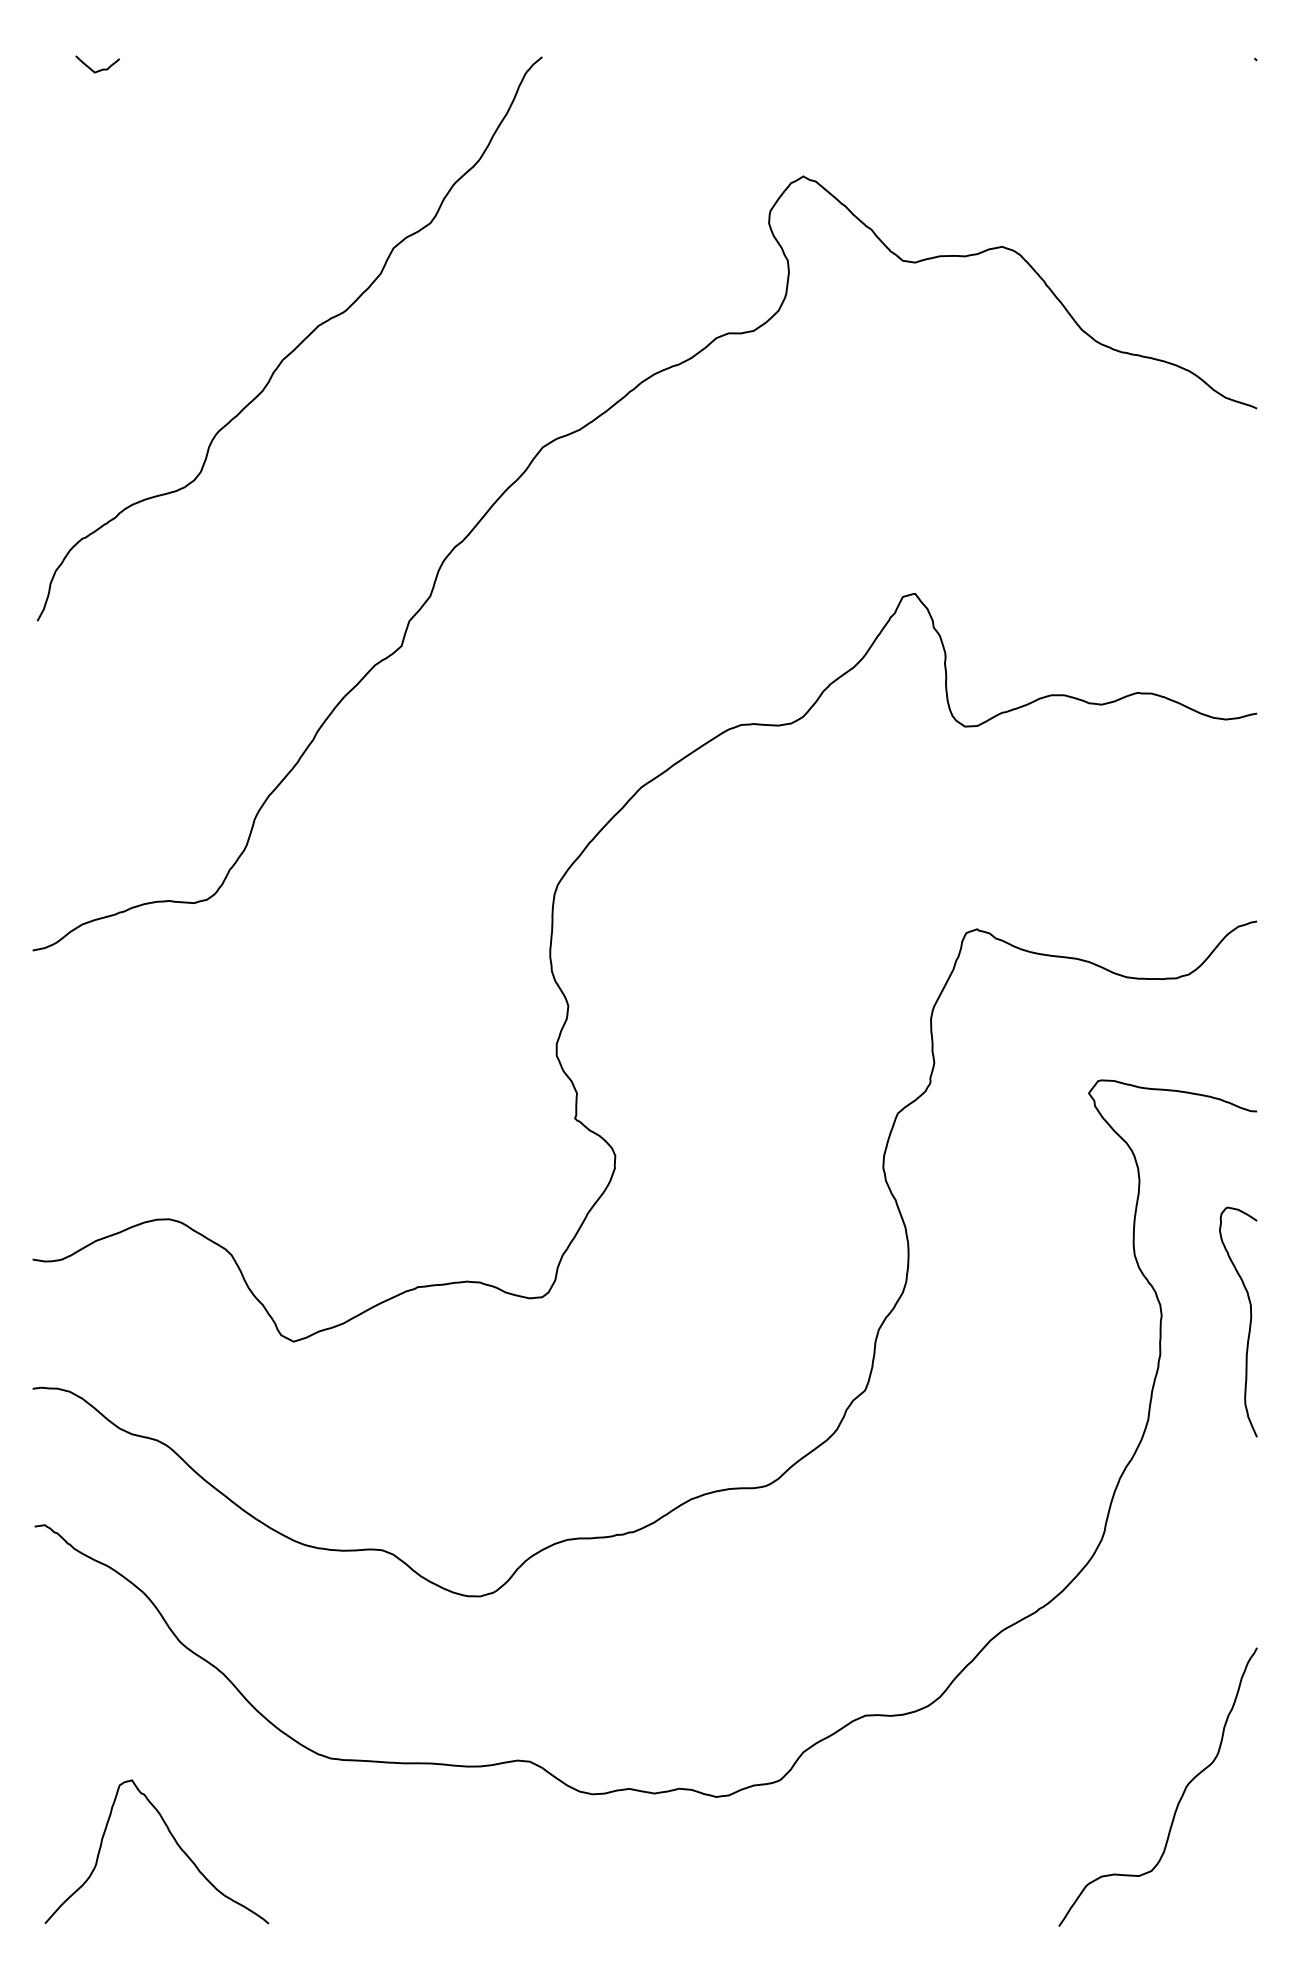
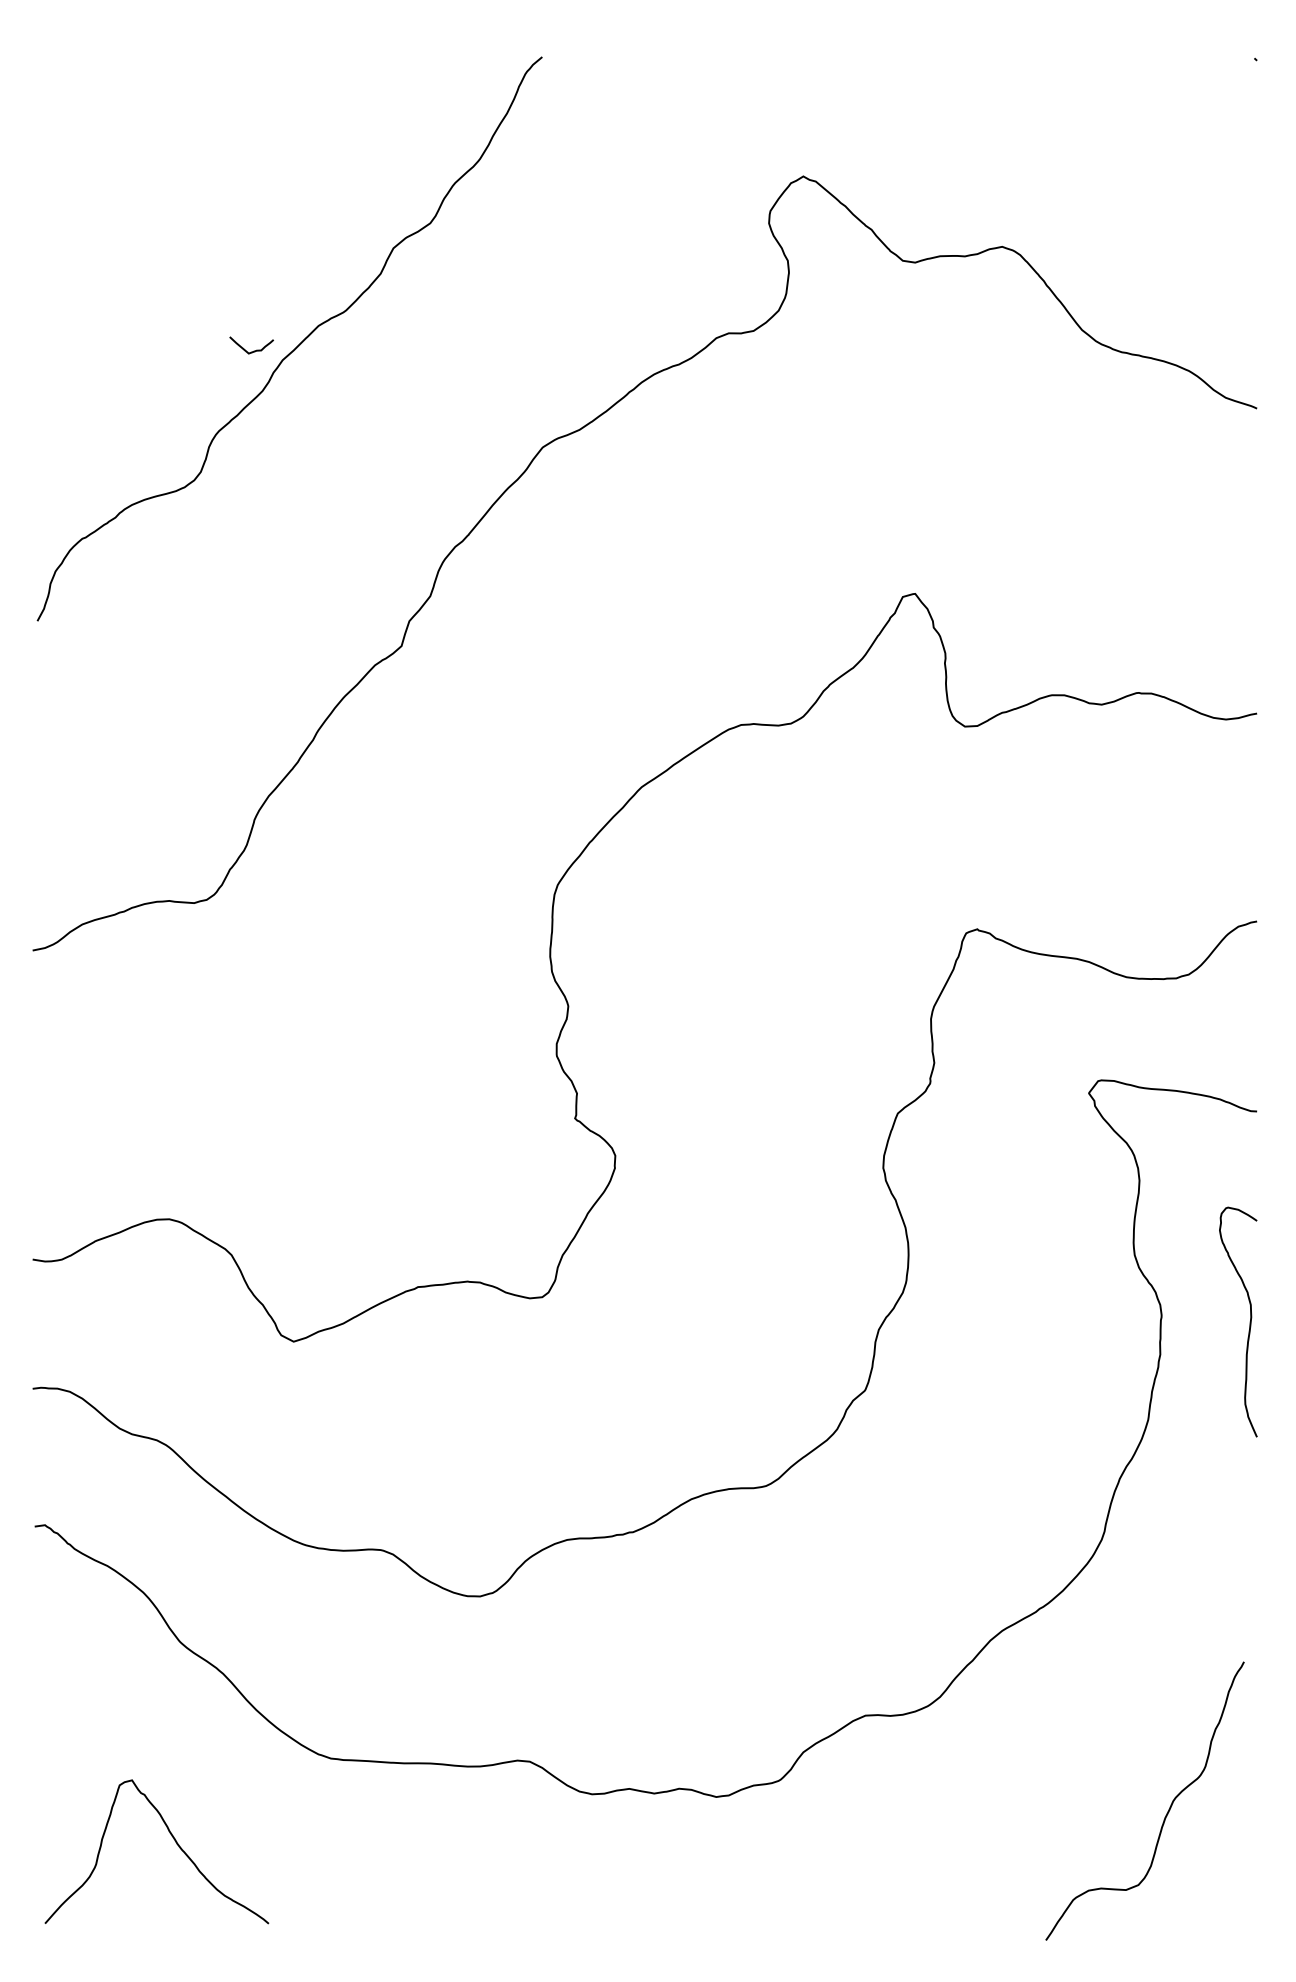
curve at (99, 69) position: (99, 69) -> (253, 350)
curve at (1180, 1797) position: (1180, 1797) -> (1167, 1811)
